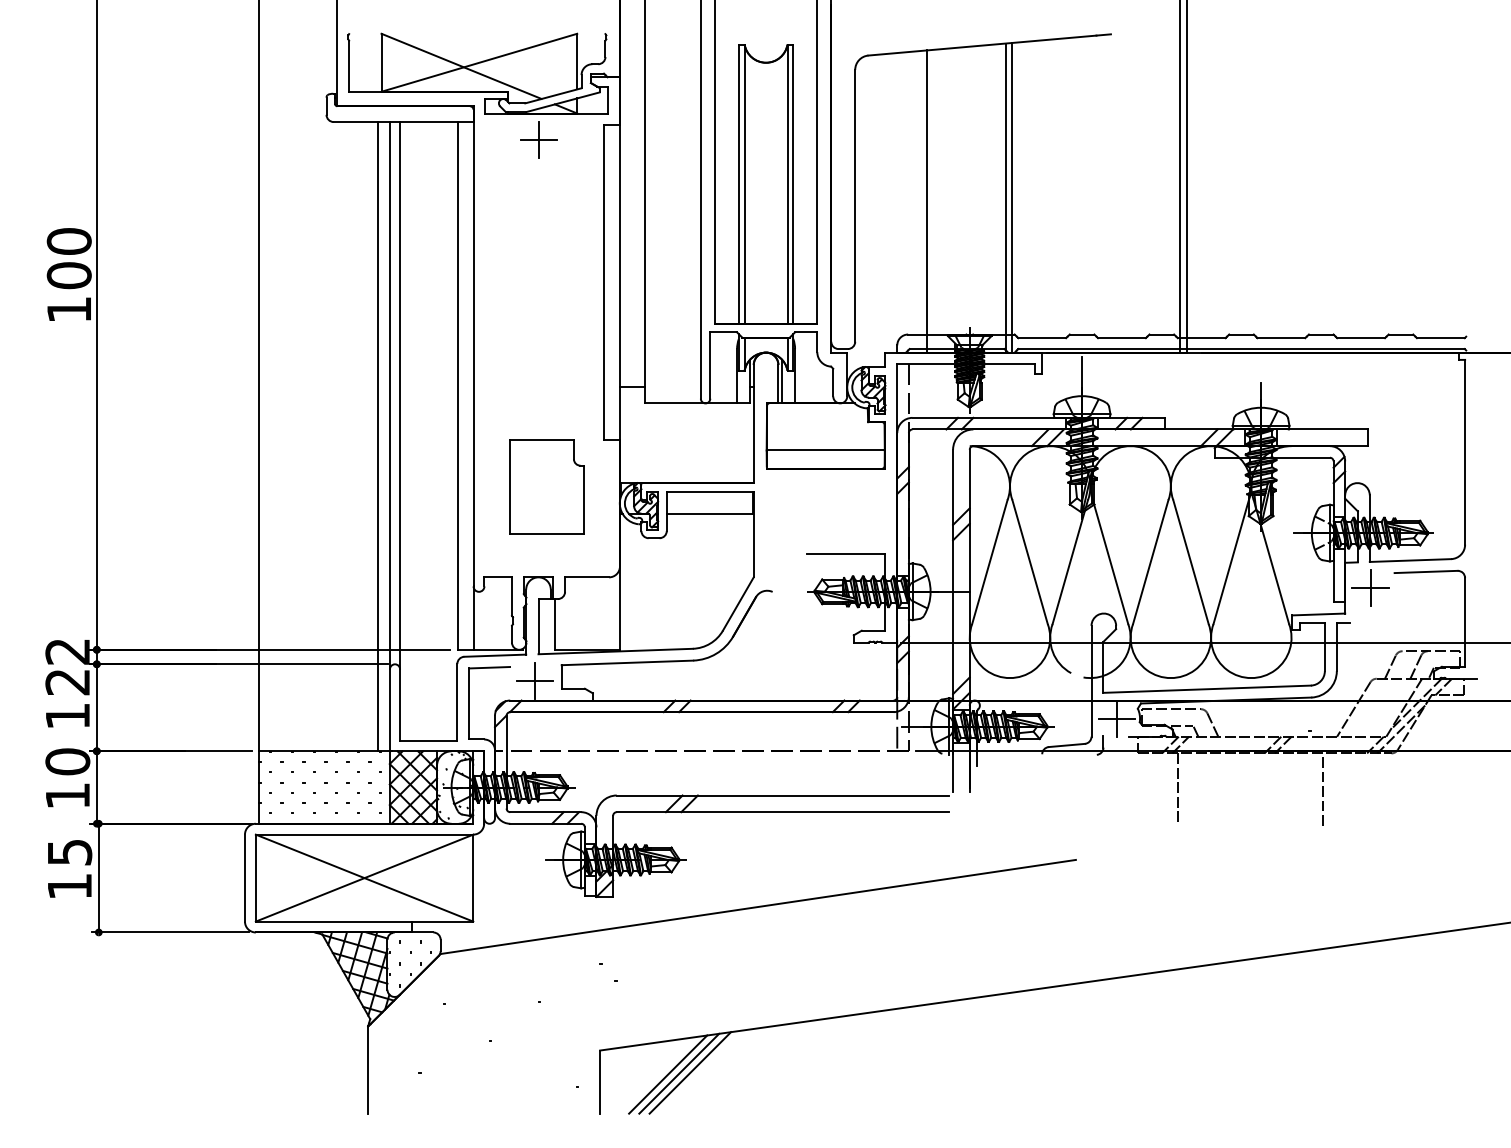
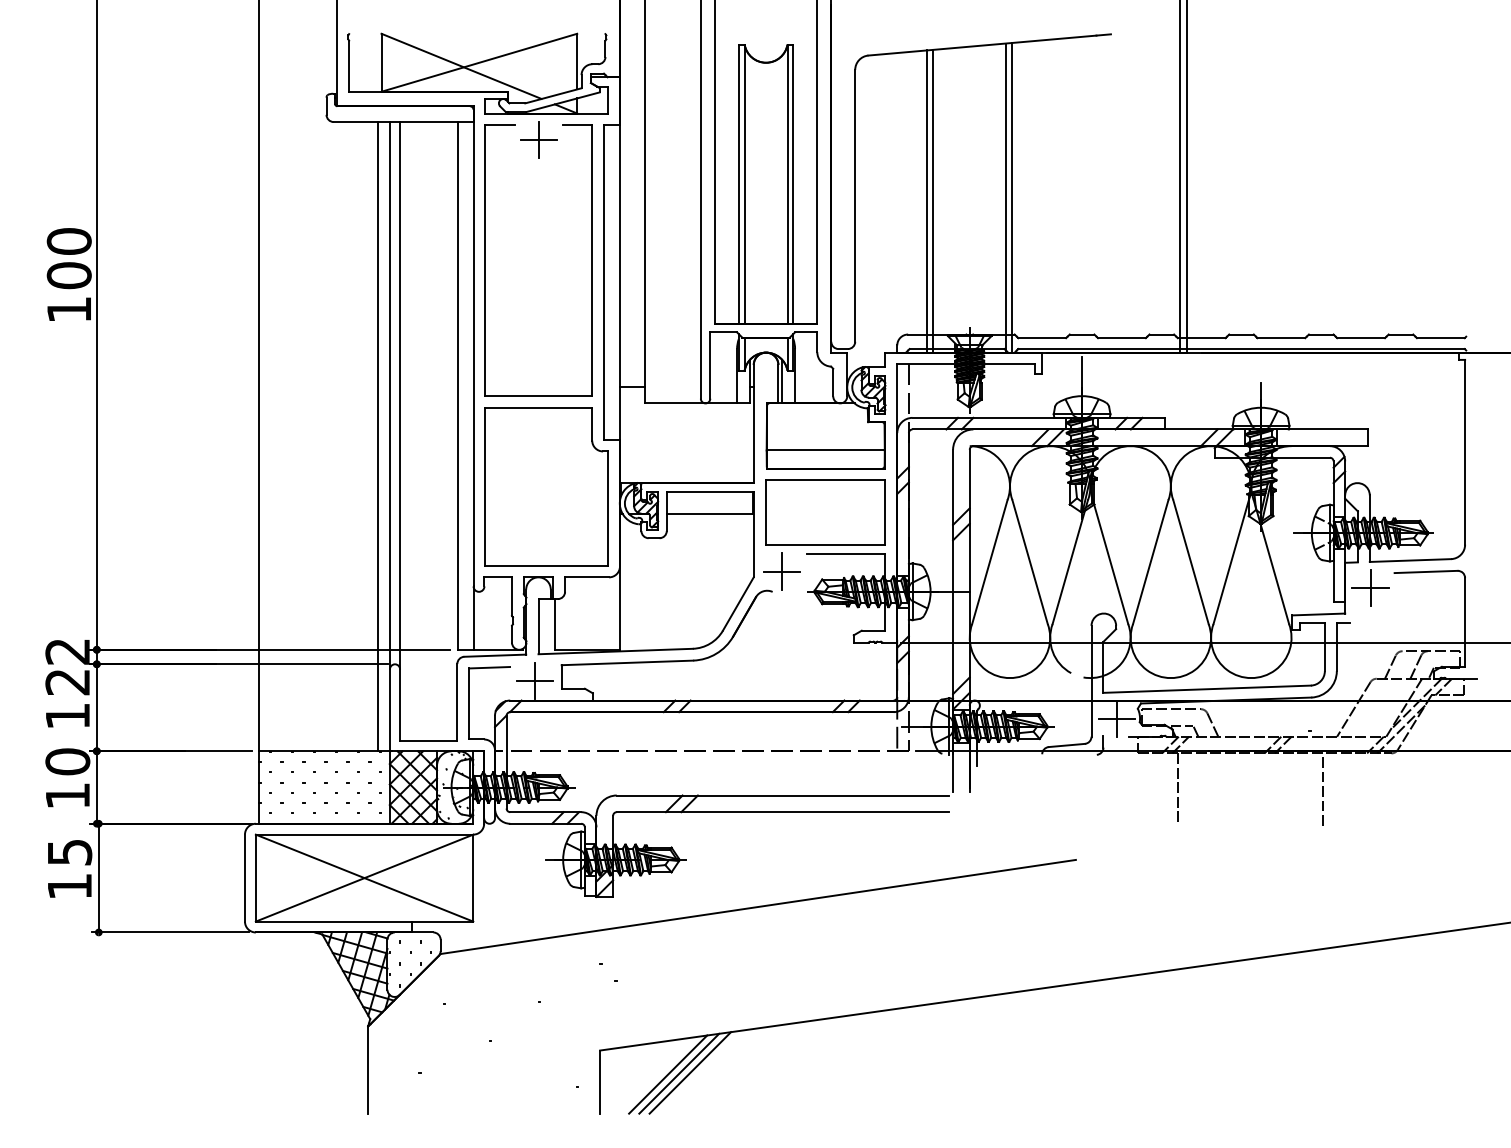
line at (933, 200): none -> present
part at (485, 260): none -> present
part at (546, 486) size: 76x96 px -> 125x160 px
part at (824, 534): none -> present
